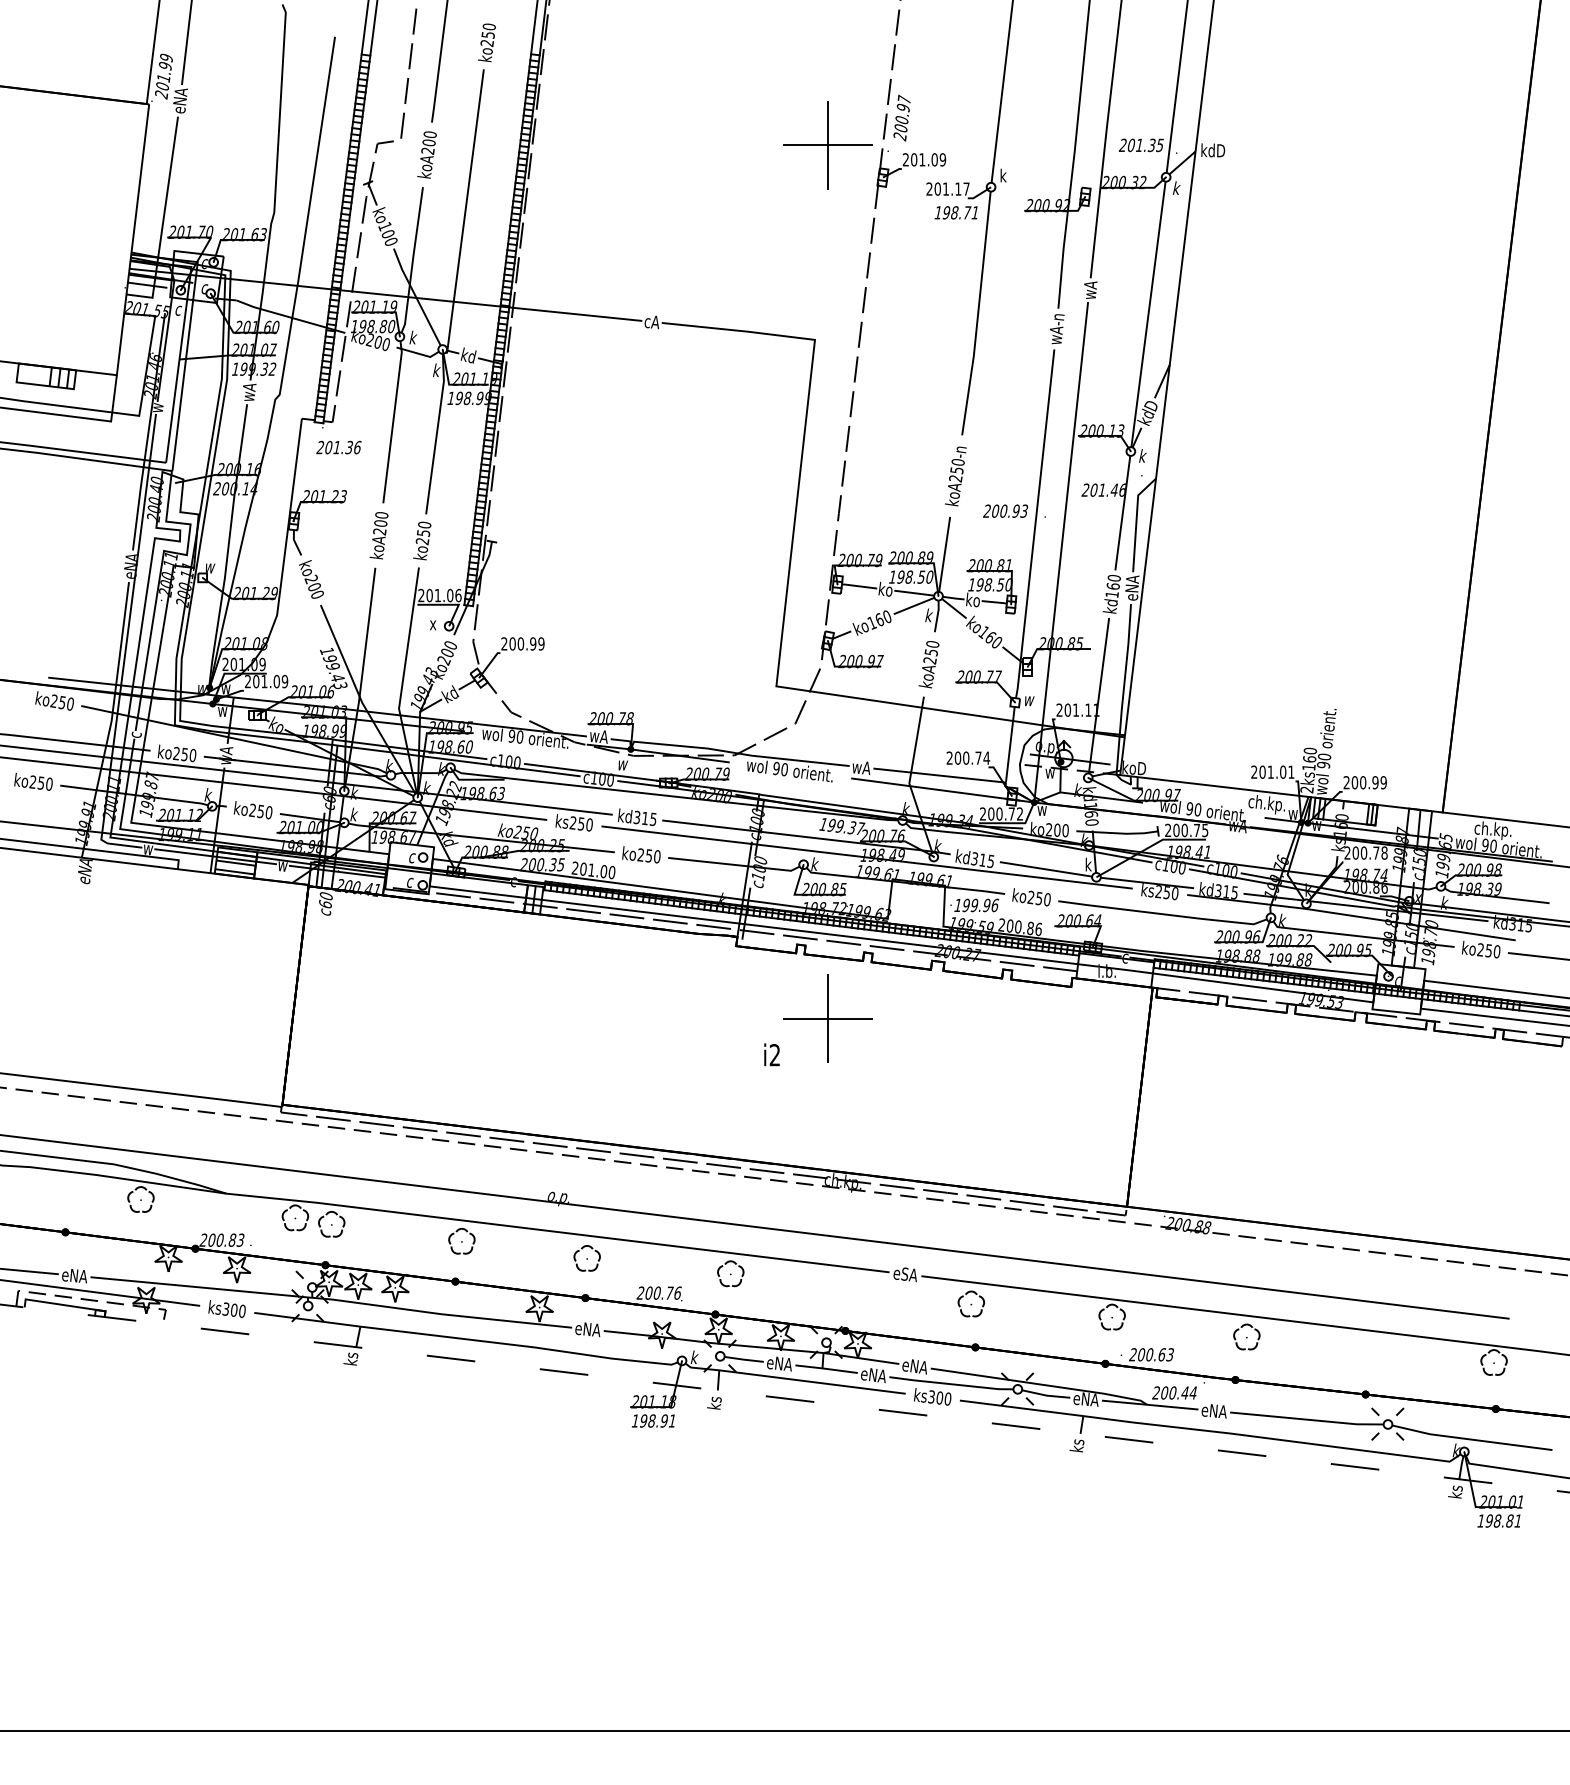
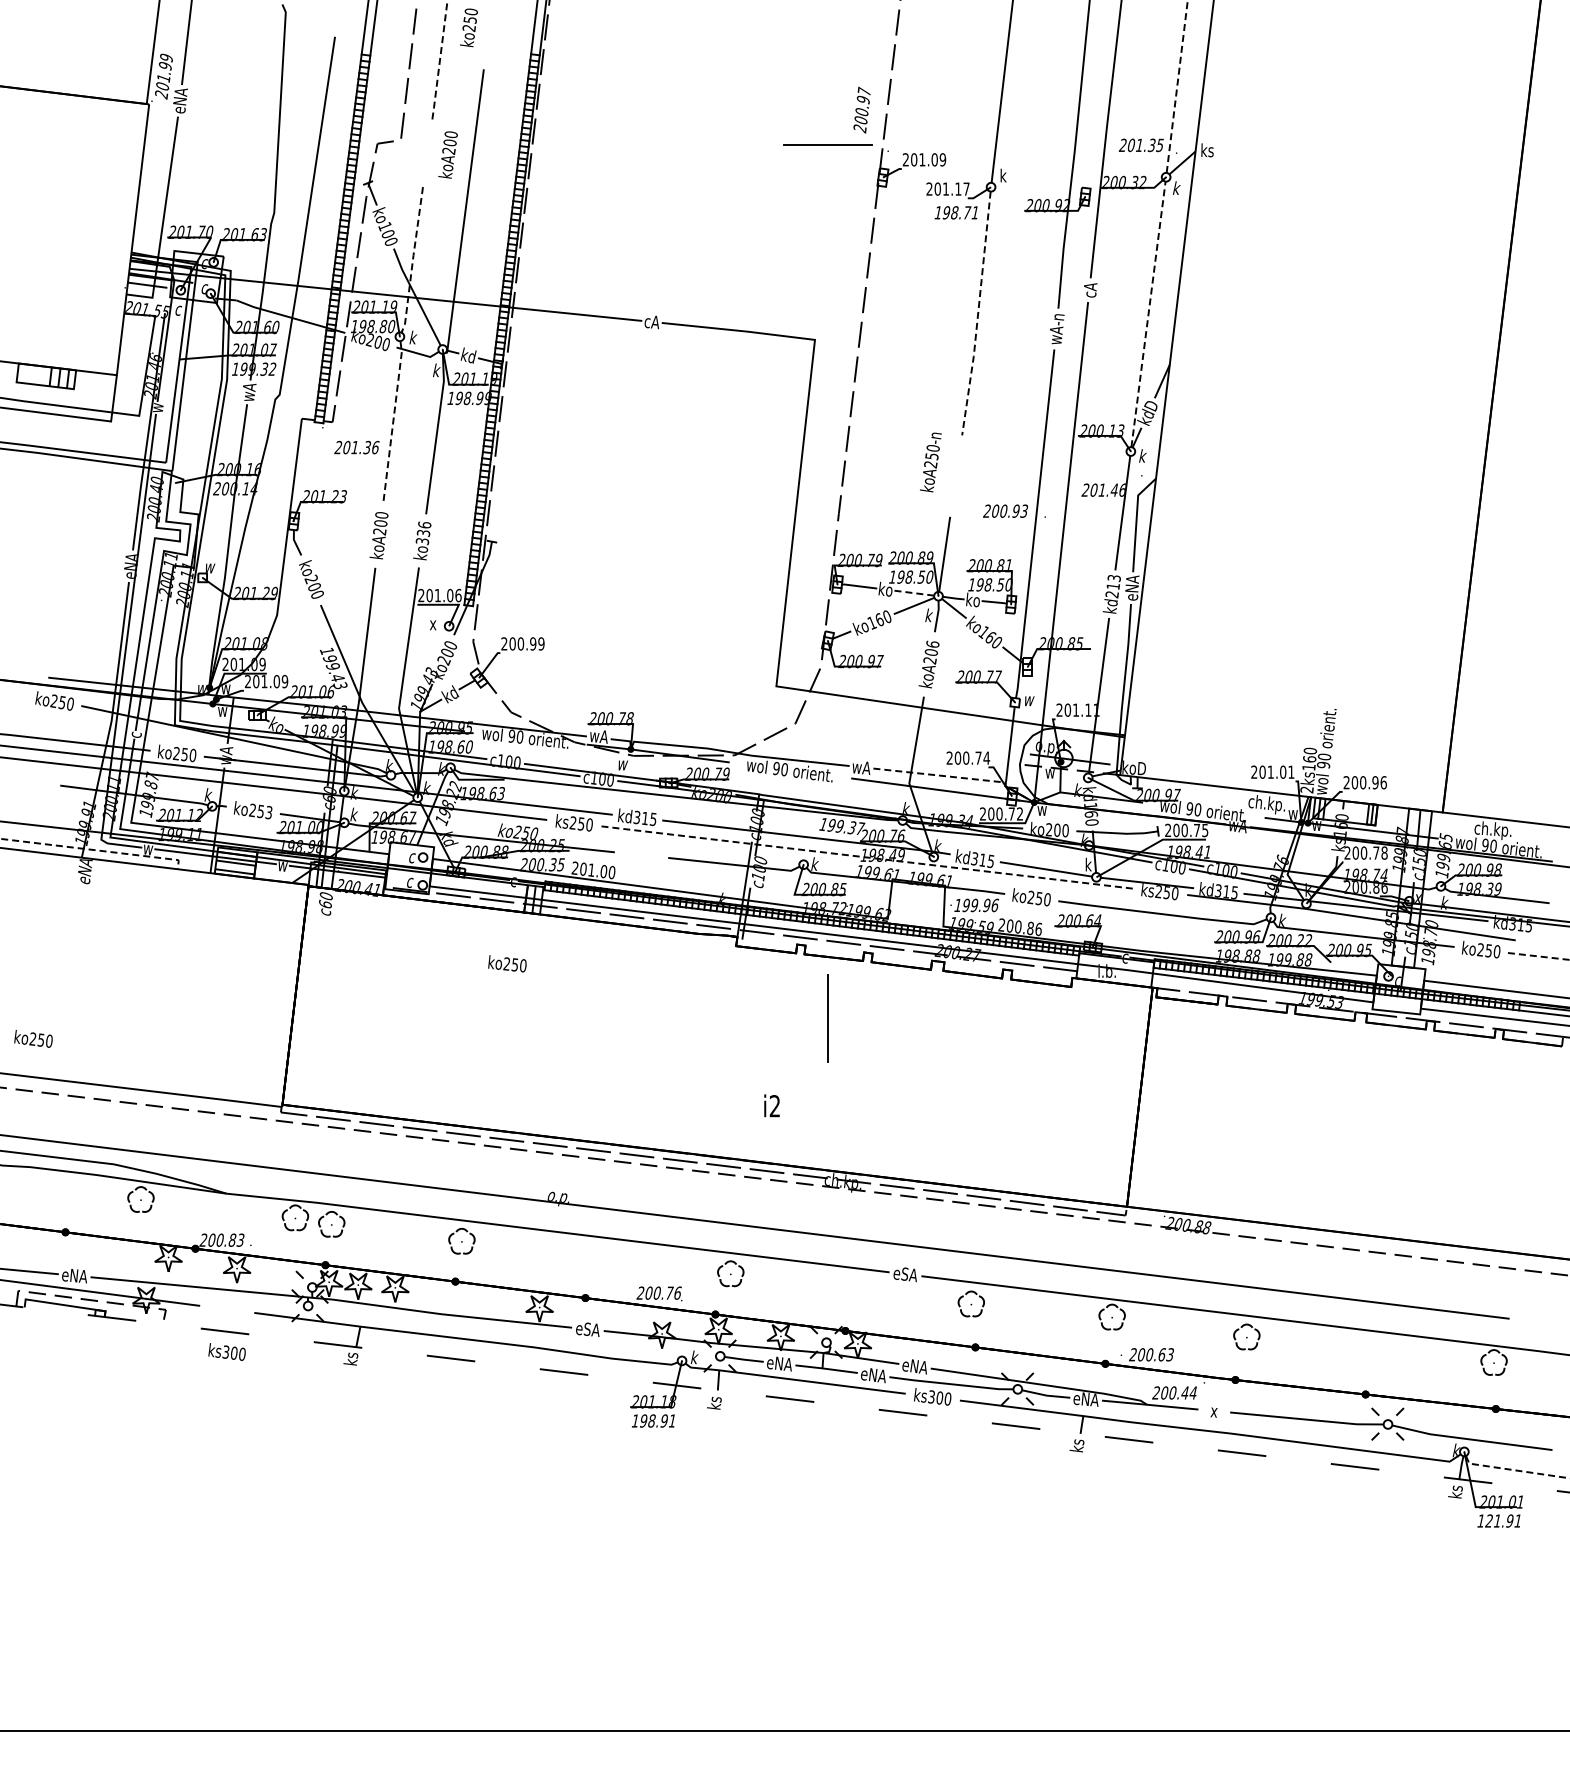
text at (486, 42) position: (486, 42) -> (468, 27)
line at (439, 62): solid -> dashed
line at (1177, 86): solid -> dashed
text at (901, 117) position: (901, 117) -> (861, 109)
line at (828, 144): present -> none
text at (1216, 150): kdD -> ks
text at (426, 154) position: (426, 154) -> (447, 154)
line at (412, 261): solid -> dashed
text at (1090, 289): wA -> cA
line at (978, 314): solid -> dashed
line at (1148, 314): solid -> dashed
line at (393, 421): solid -> dashed
text at (338, 447) position: (338, 447) -> (356, 447)
text at (955, 476) position: (955, 476) -> (930, 462)
text at (423, 533): ko250 -> ko336
text at (1112, 586): kd160 -> kd213
line at (913, 593): solid -> dashed
text at (931, 648): koA250 -> koA206
line at (939, 775): solid -> dashed
text at (33, 781) position: (33, 781) -> (33, 1038)
text at (1383, 782): 200.99 -> 200.96
text at (268, 812): ko250 -> ko253
line at (95, 850): solid -> dashed
text at (641, 854) position: (641, 854) -> (507, 963)
line at (866, 857): solid -> dashed
line at (1538, 956): solid -> dashed
line at (827, 1018): present -> none
text at (771, 1054) position: (771, 1054) -> (771, 1105)
part at (586, 1258): present -> none
text at (226, 1308) position: (226, 1308) -> (226, 1351)
text at (587, 1329): eNA -> eSA
text at (1213, 1411): eNA -> x
line at (1514, 1470): solid -> dashed
text at (1499, 1520): 198.81 -> 121.91
